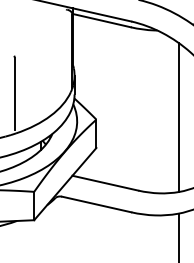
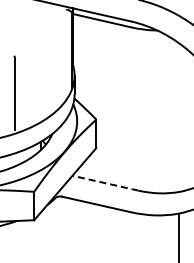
line at (178, 117): present -> none
line at (105, 183): solid -> dashed
